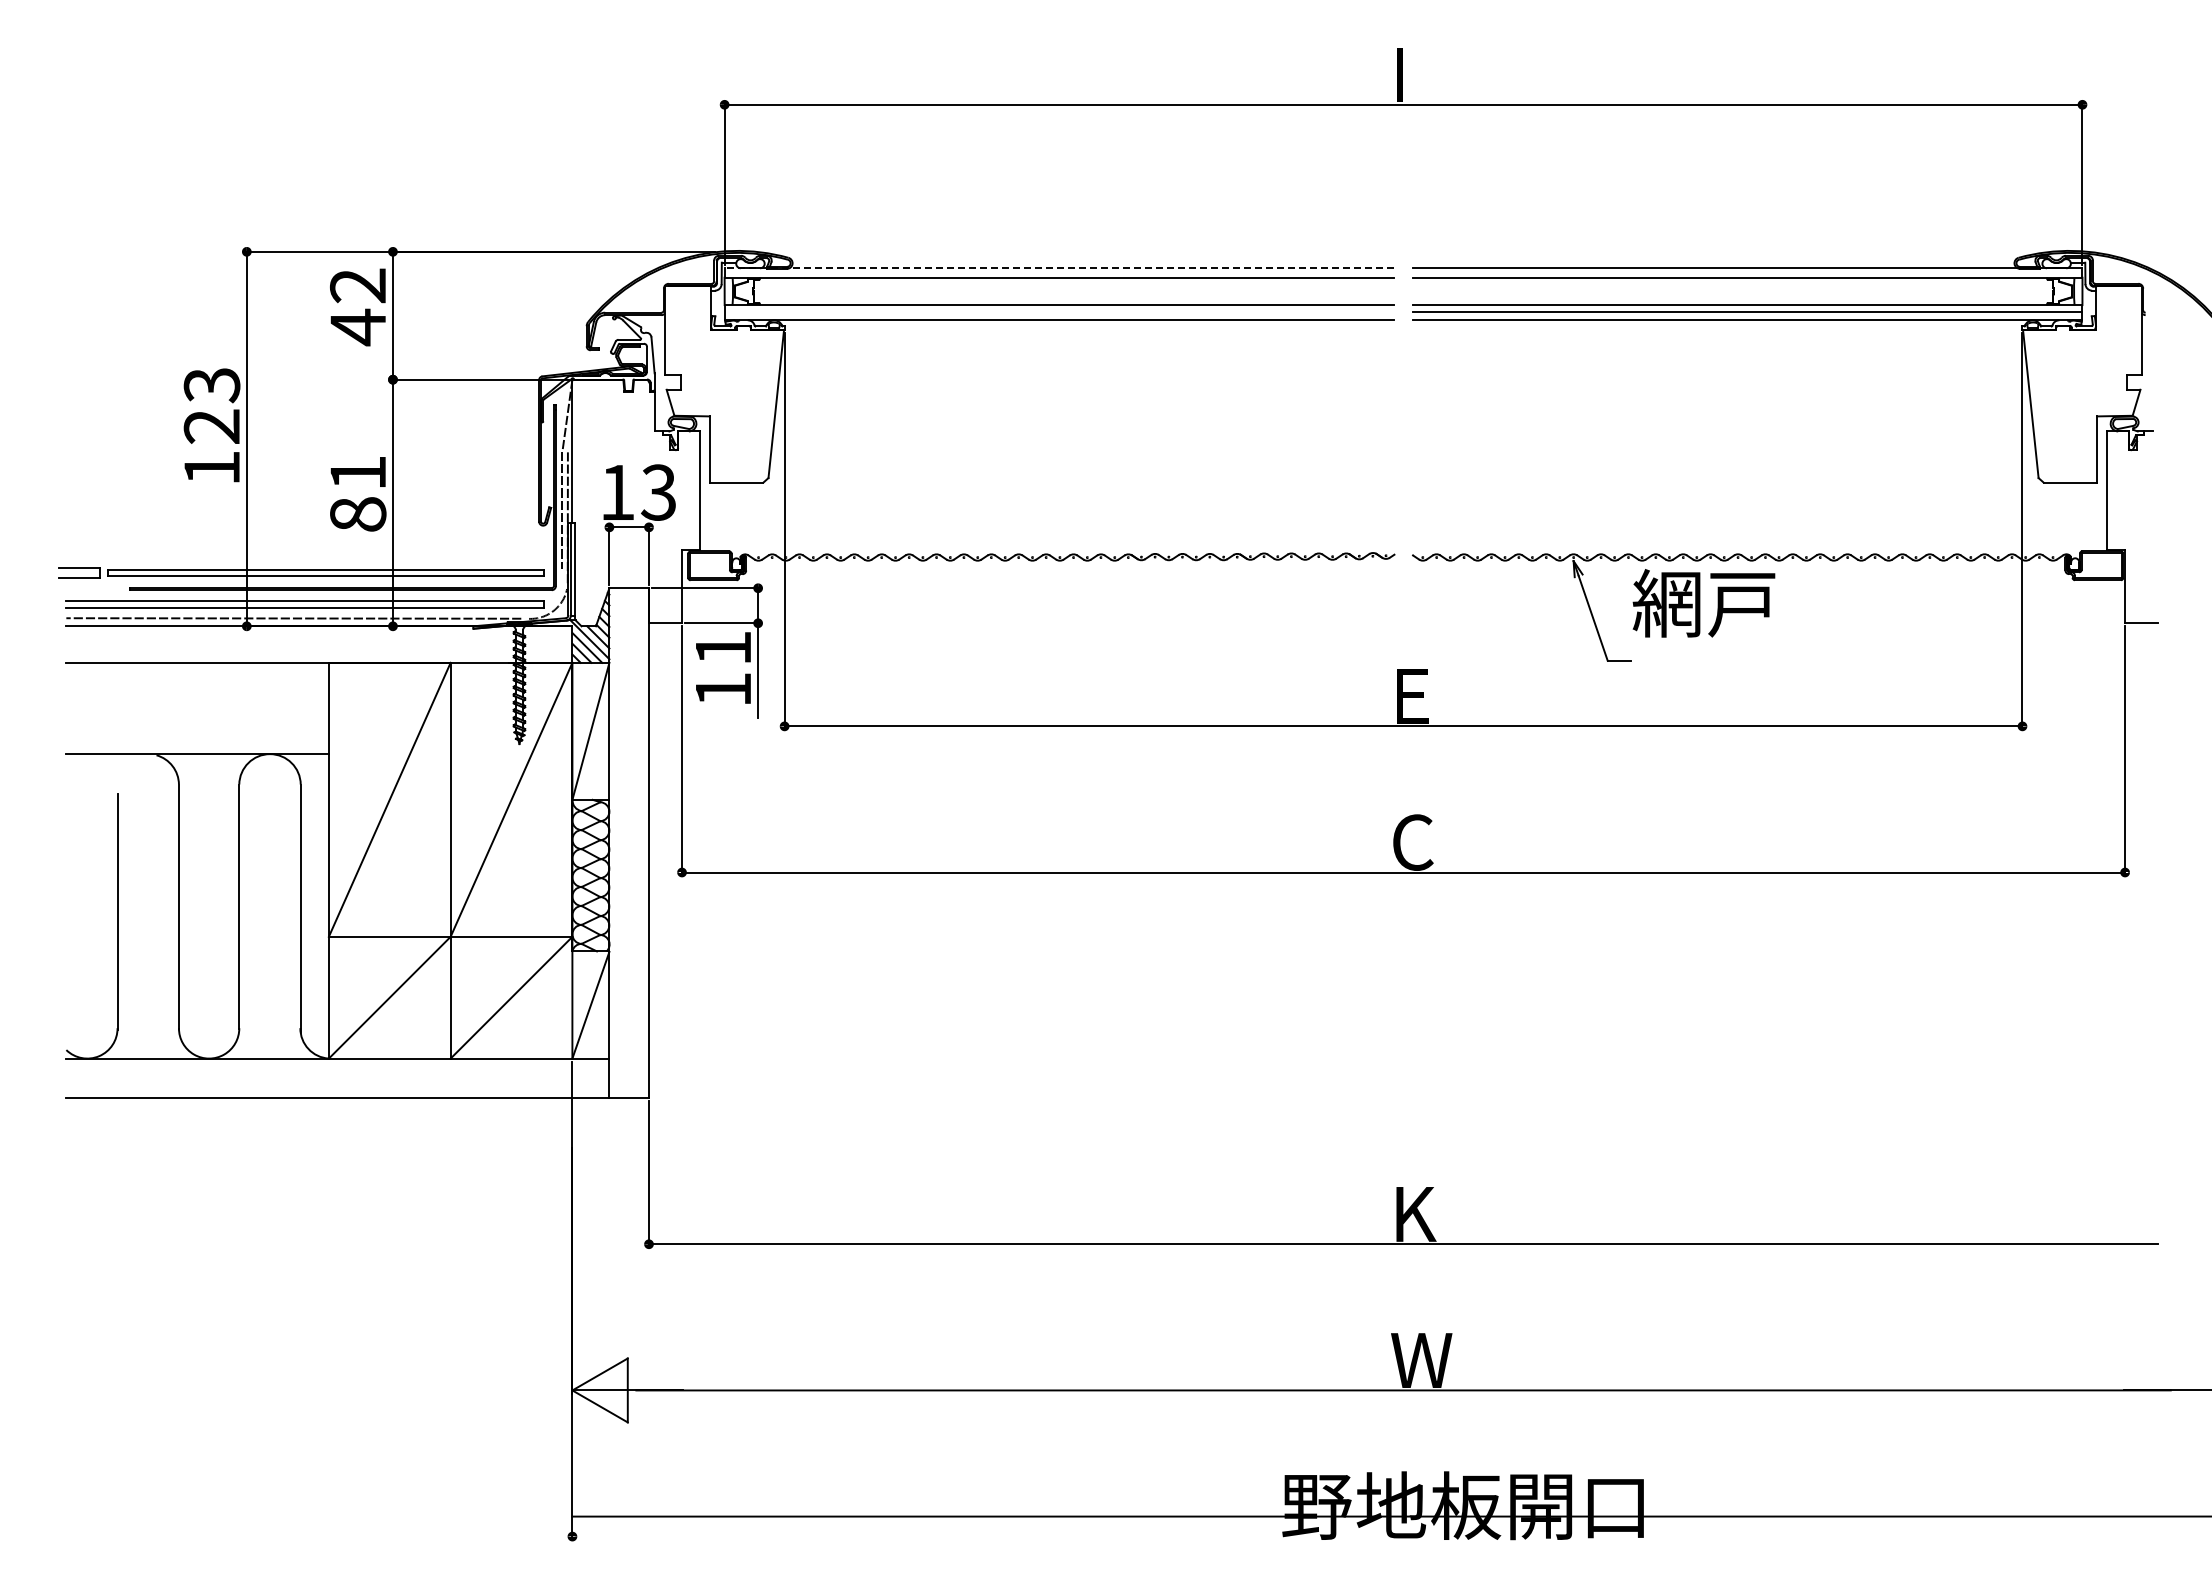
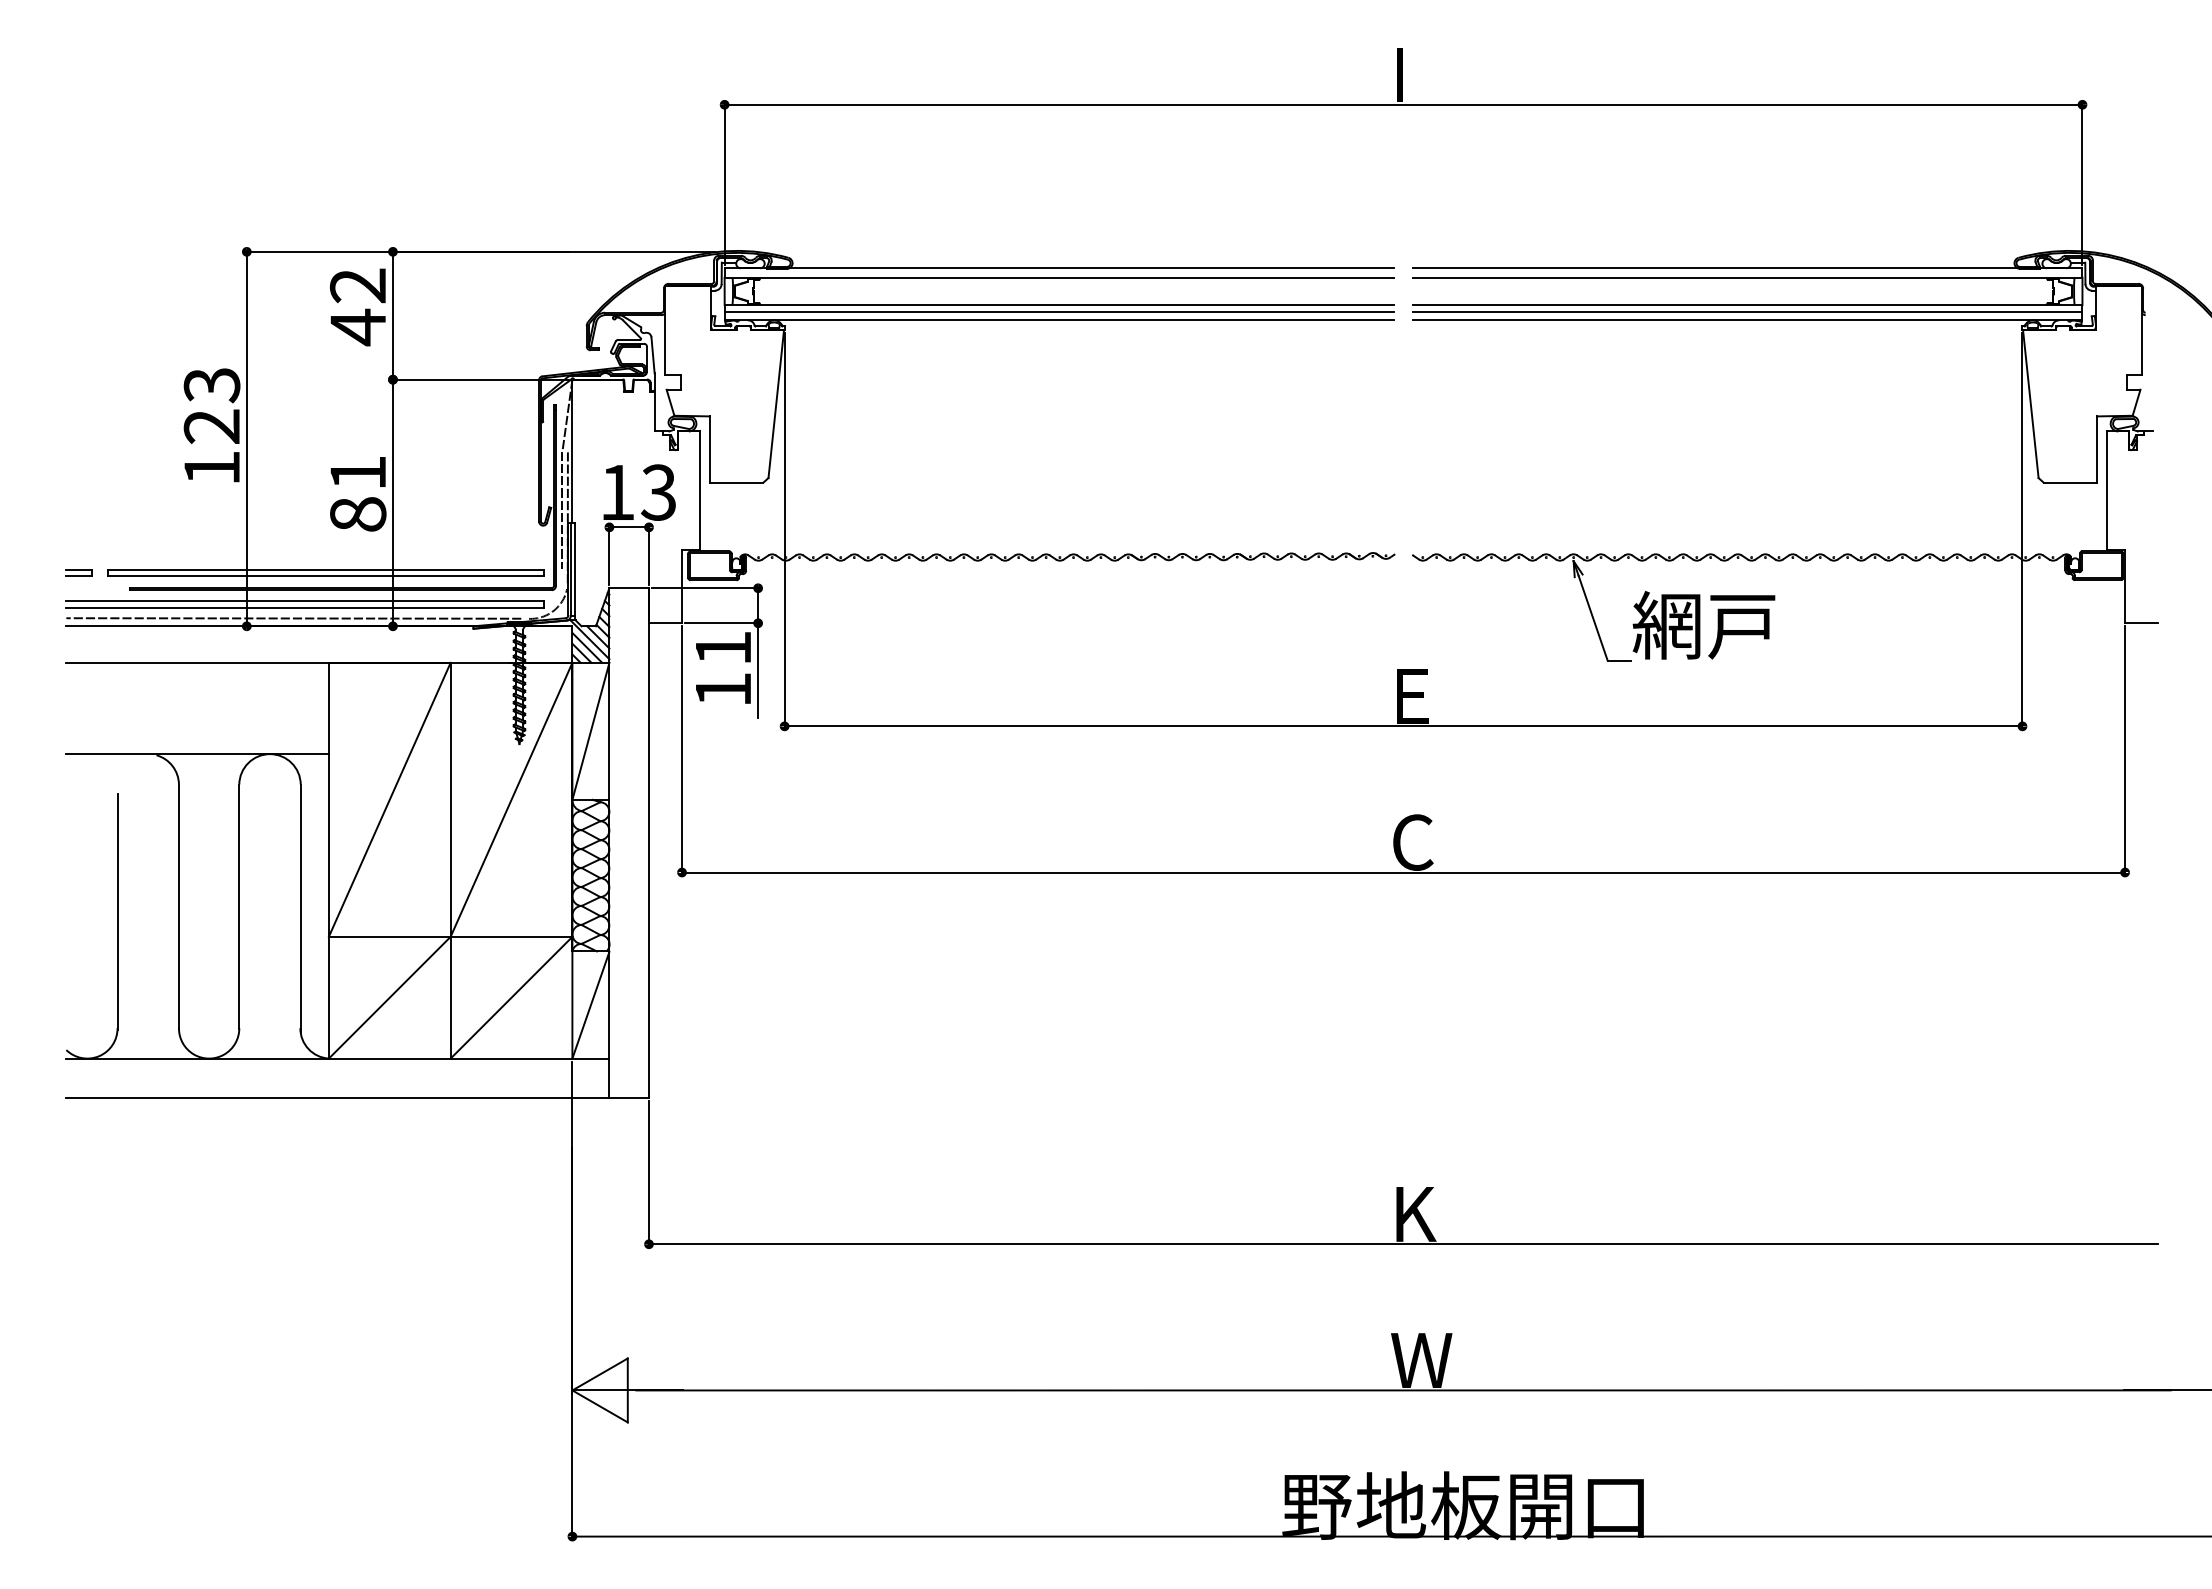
line at (1059, 268): dashed -> solid
line at (1059, 311): none -> present
part at (79, 572) size: 43x12 px -> 28x8 px
text at (1703, 603) position: (1703, 603) -> (1703, 625)
line at (1390, 1516) position: (1390, 1516) -> (1390, 1536)
